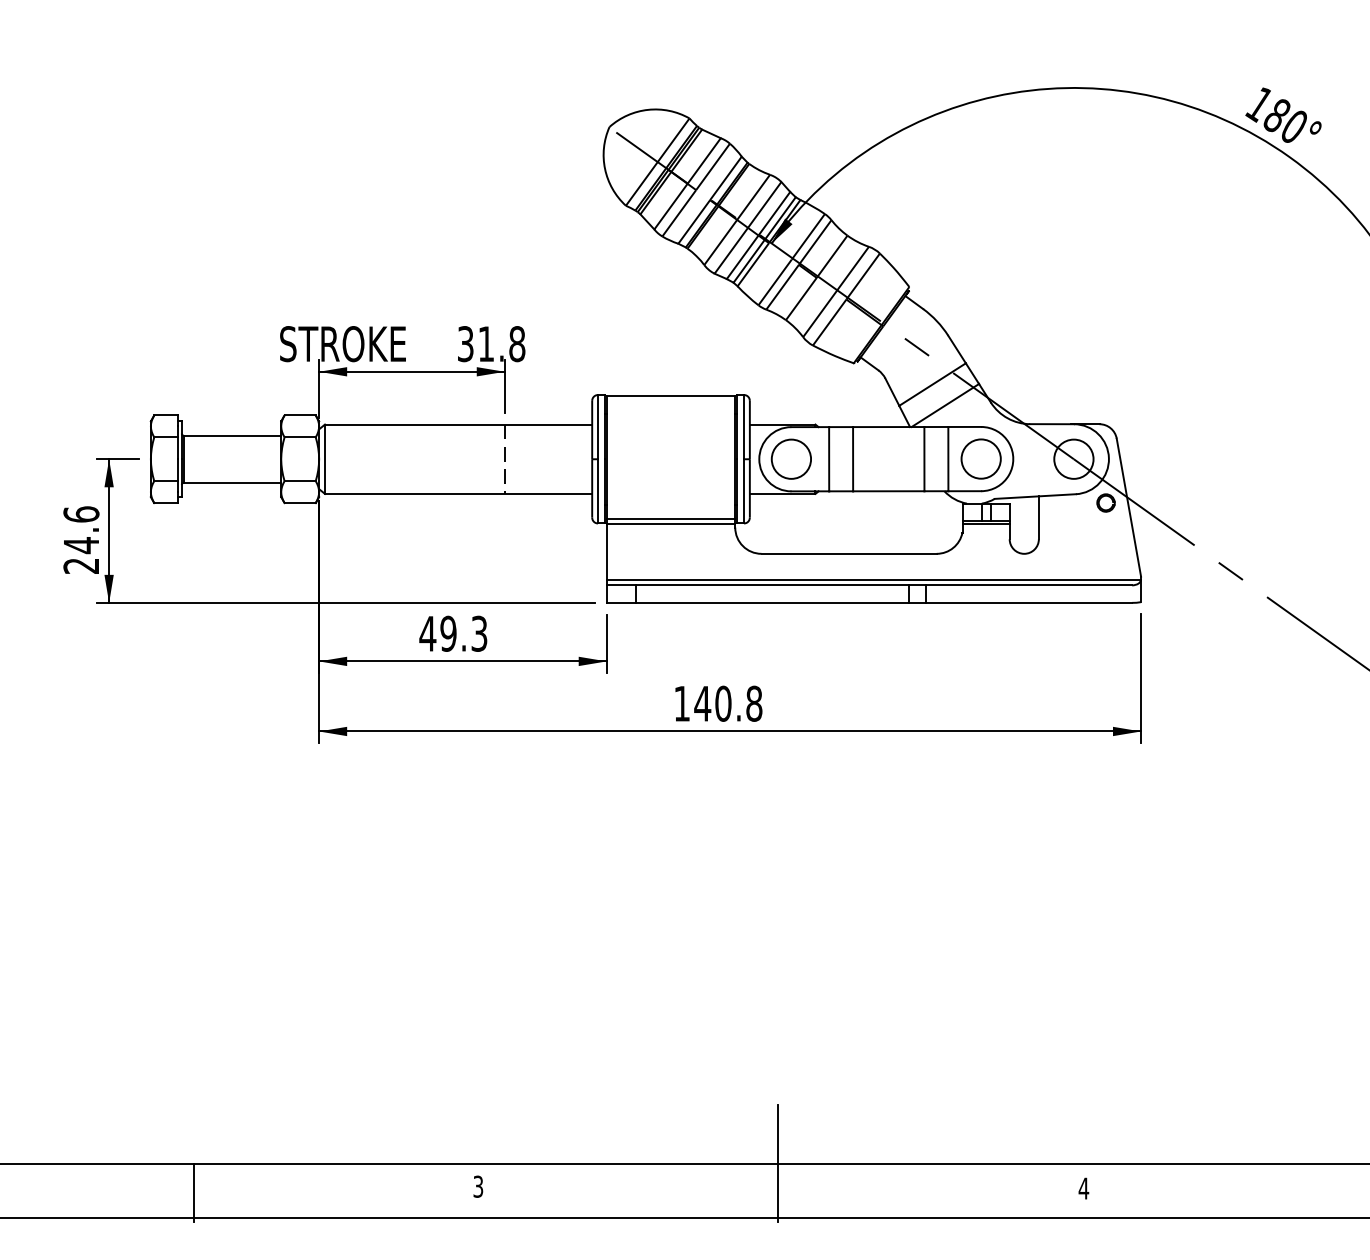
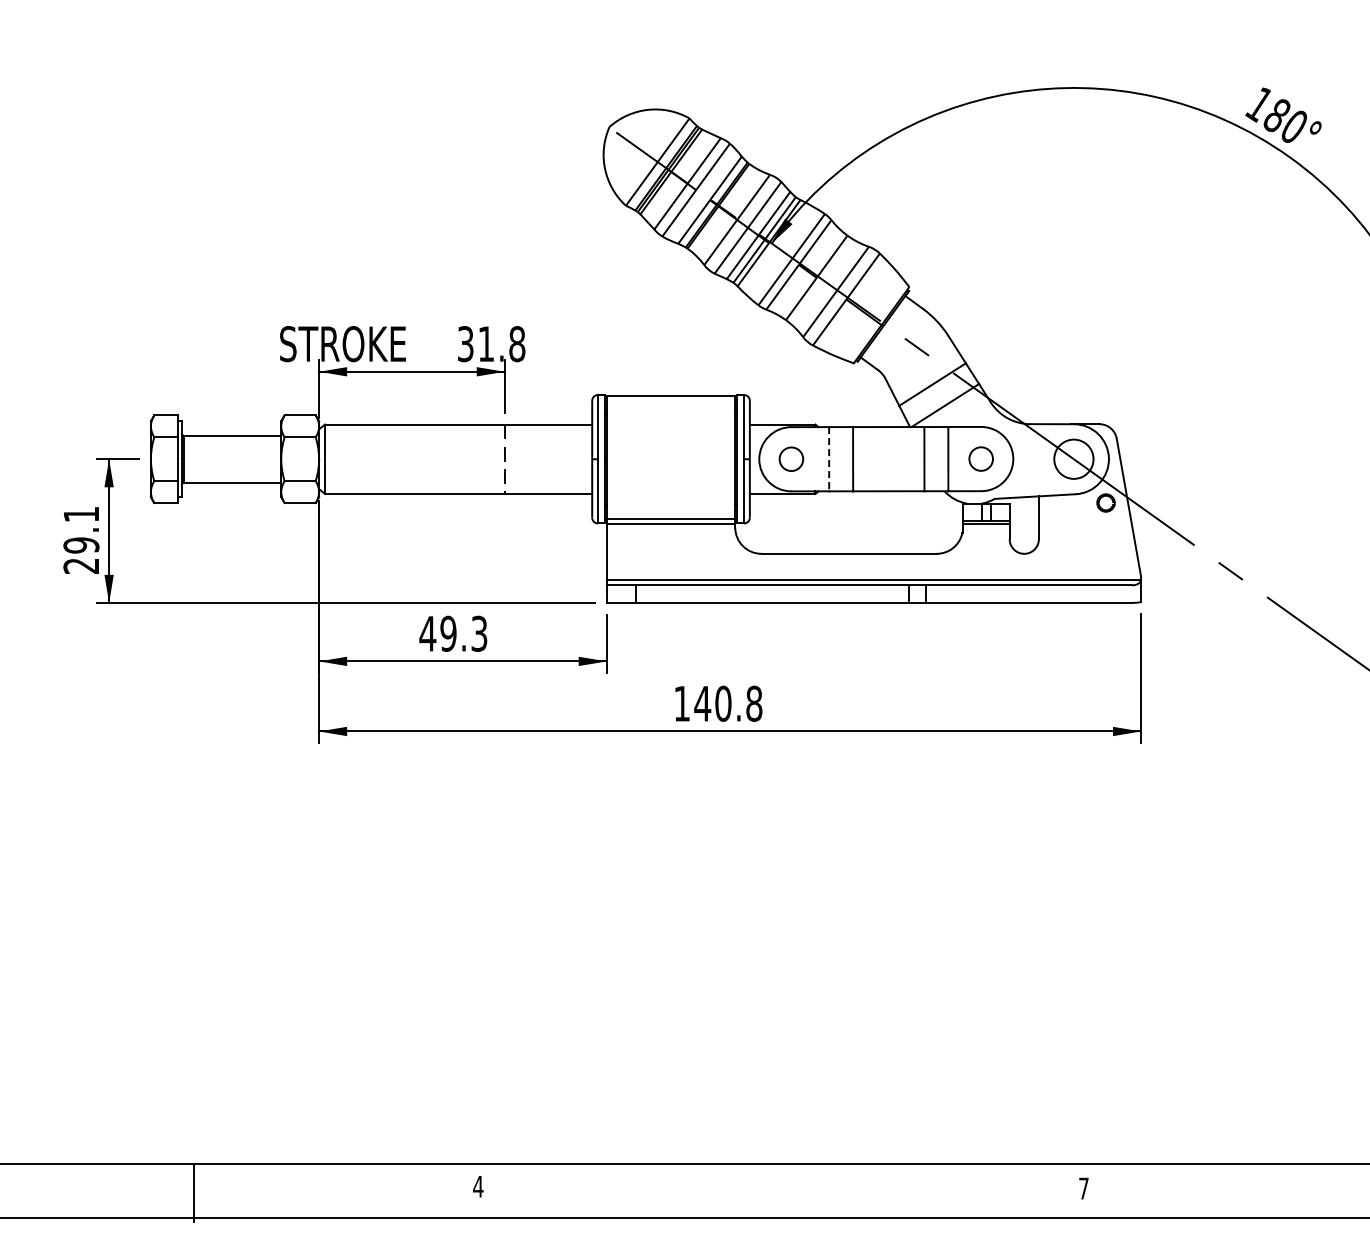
circle at (791, 458) diameter: 39 px -> 24 px
circle at (980, 458) diameter: 39 px -> 24 px
line at (829, 459): solid -> dashed
text at (81, 530): 24.6 -> 29.1
line at (777, 1163): present -> none
text at (478, 1186): 3 -> 4
text at (1083, 1188): 4 -> 7
